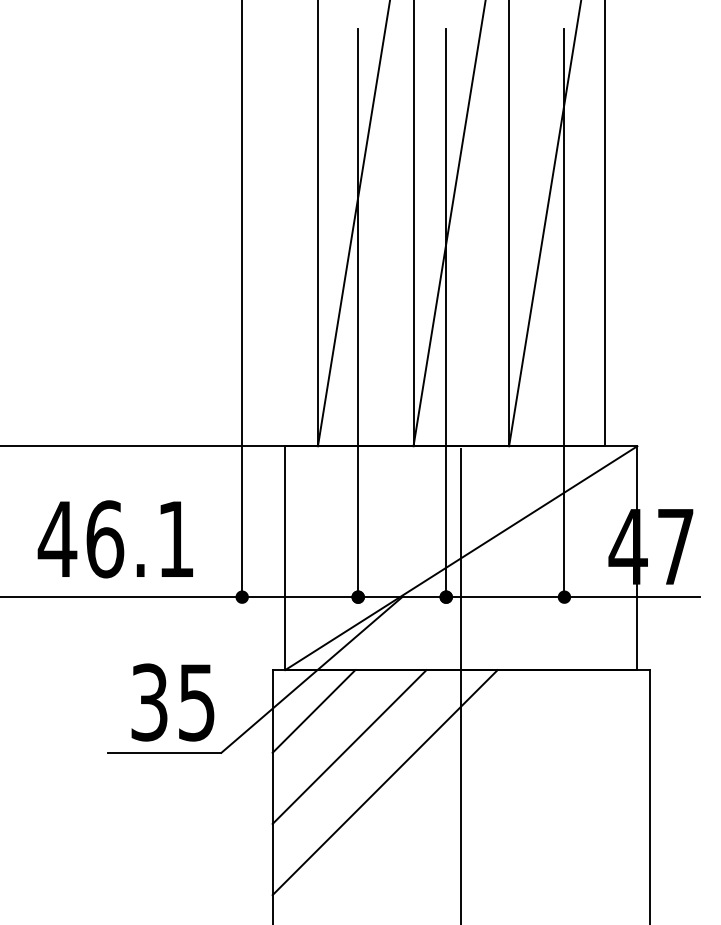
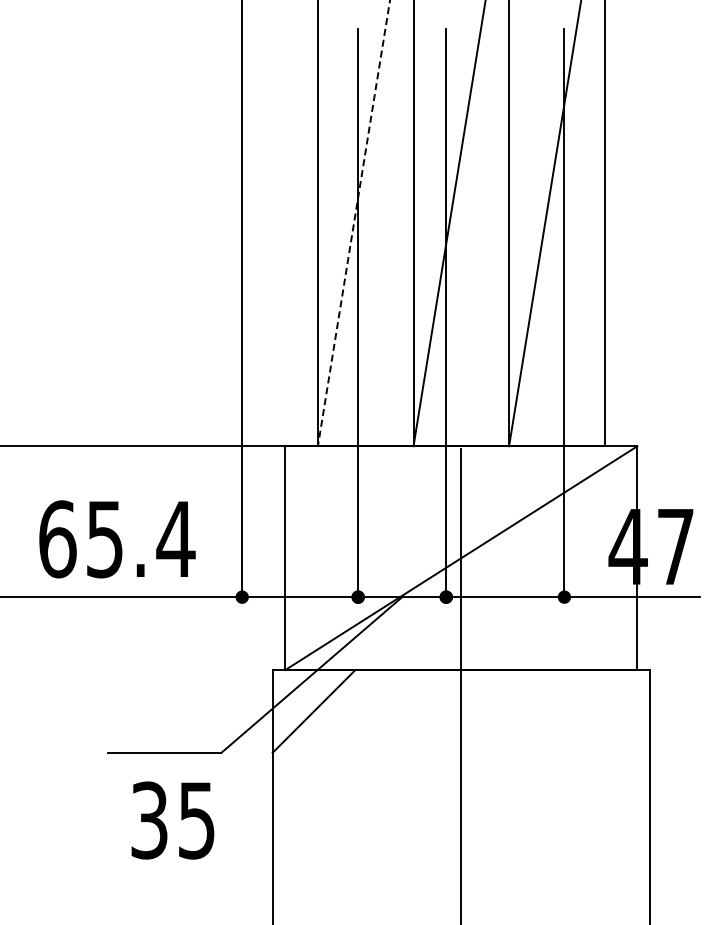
line at (354, 223): solid -> dashed
text at (116, 539): 46.1 -> 65.4
text at (172, 702) position: (172, 702) -> (172, 820)
line at (349, 746): present -> none
line at (384, 782): present -> none
